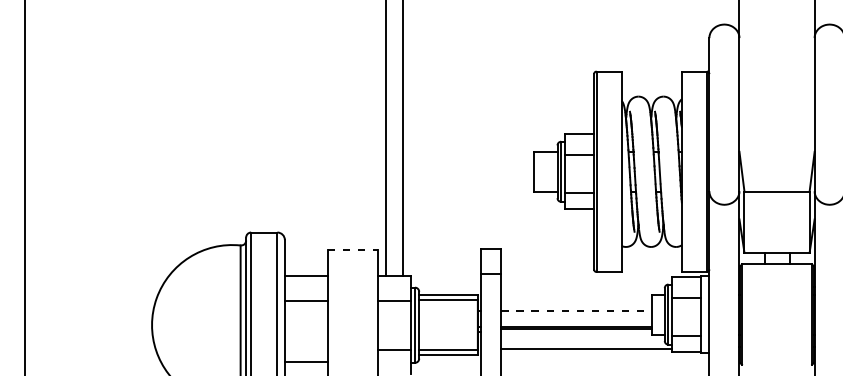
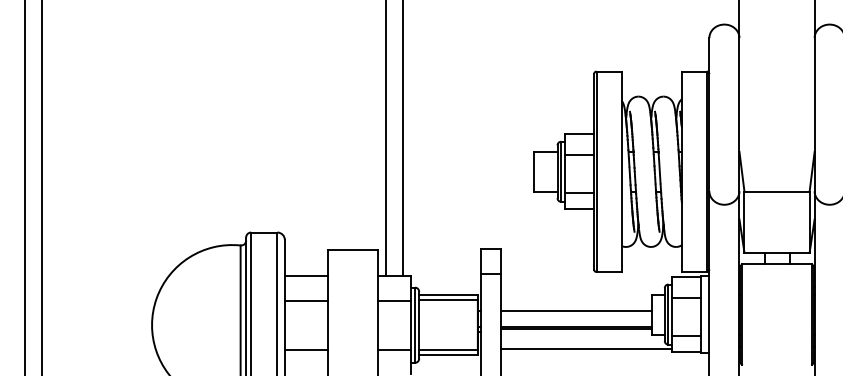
line at (41, 187): none -> present
line at (353, 250): dashed -> solid
line at (577, 310): dashed -> solid
line at (305, 361) position: (305, 361) -> (305, 349)
